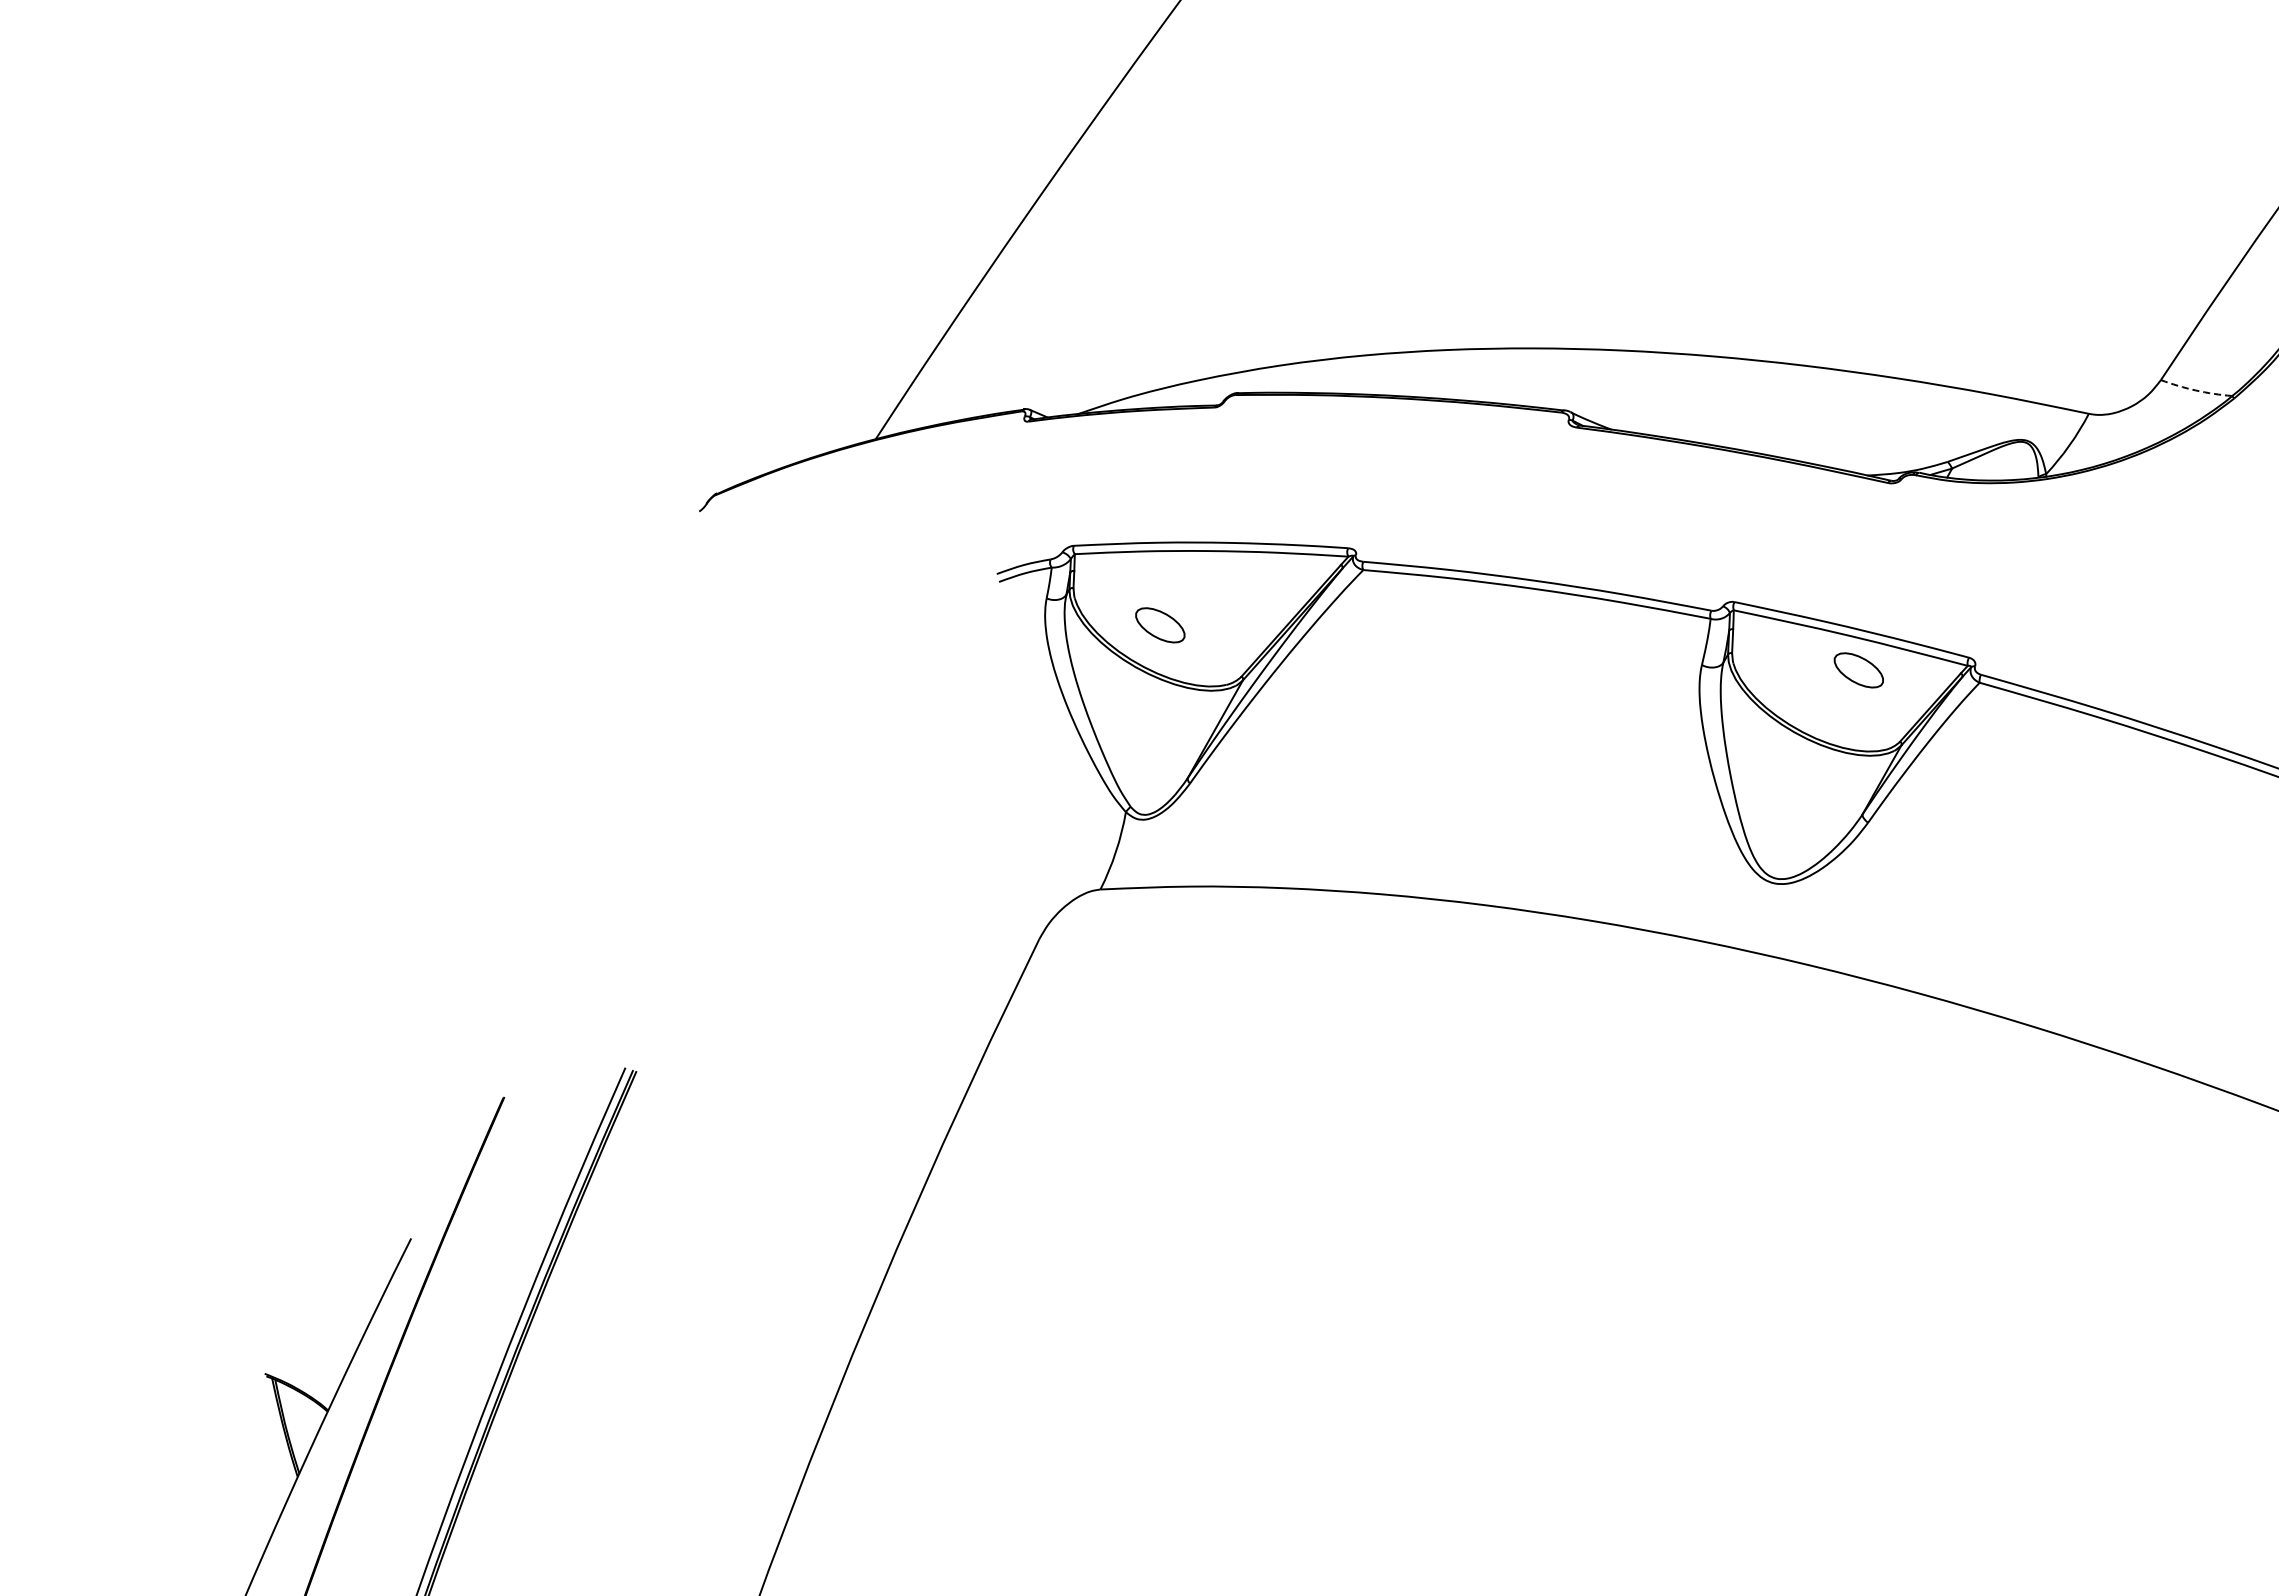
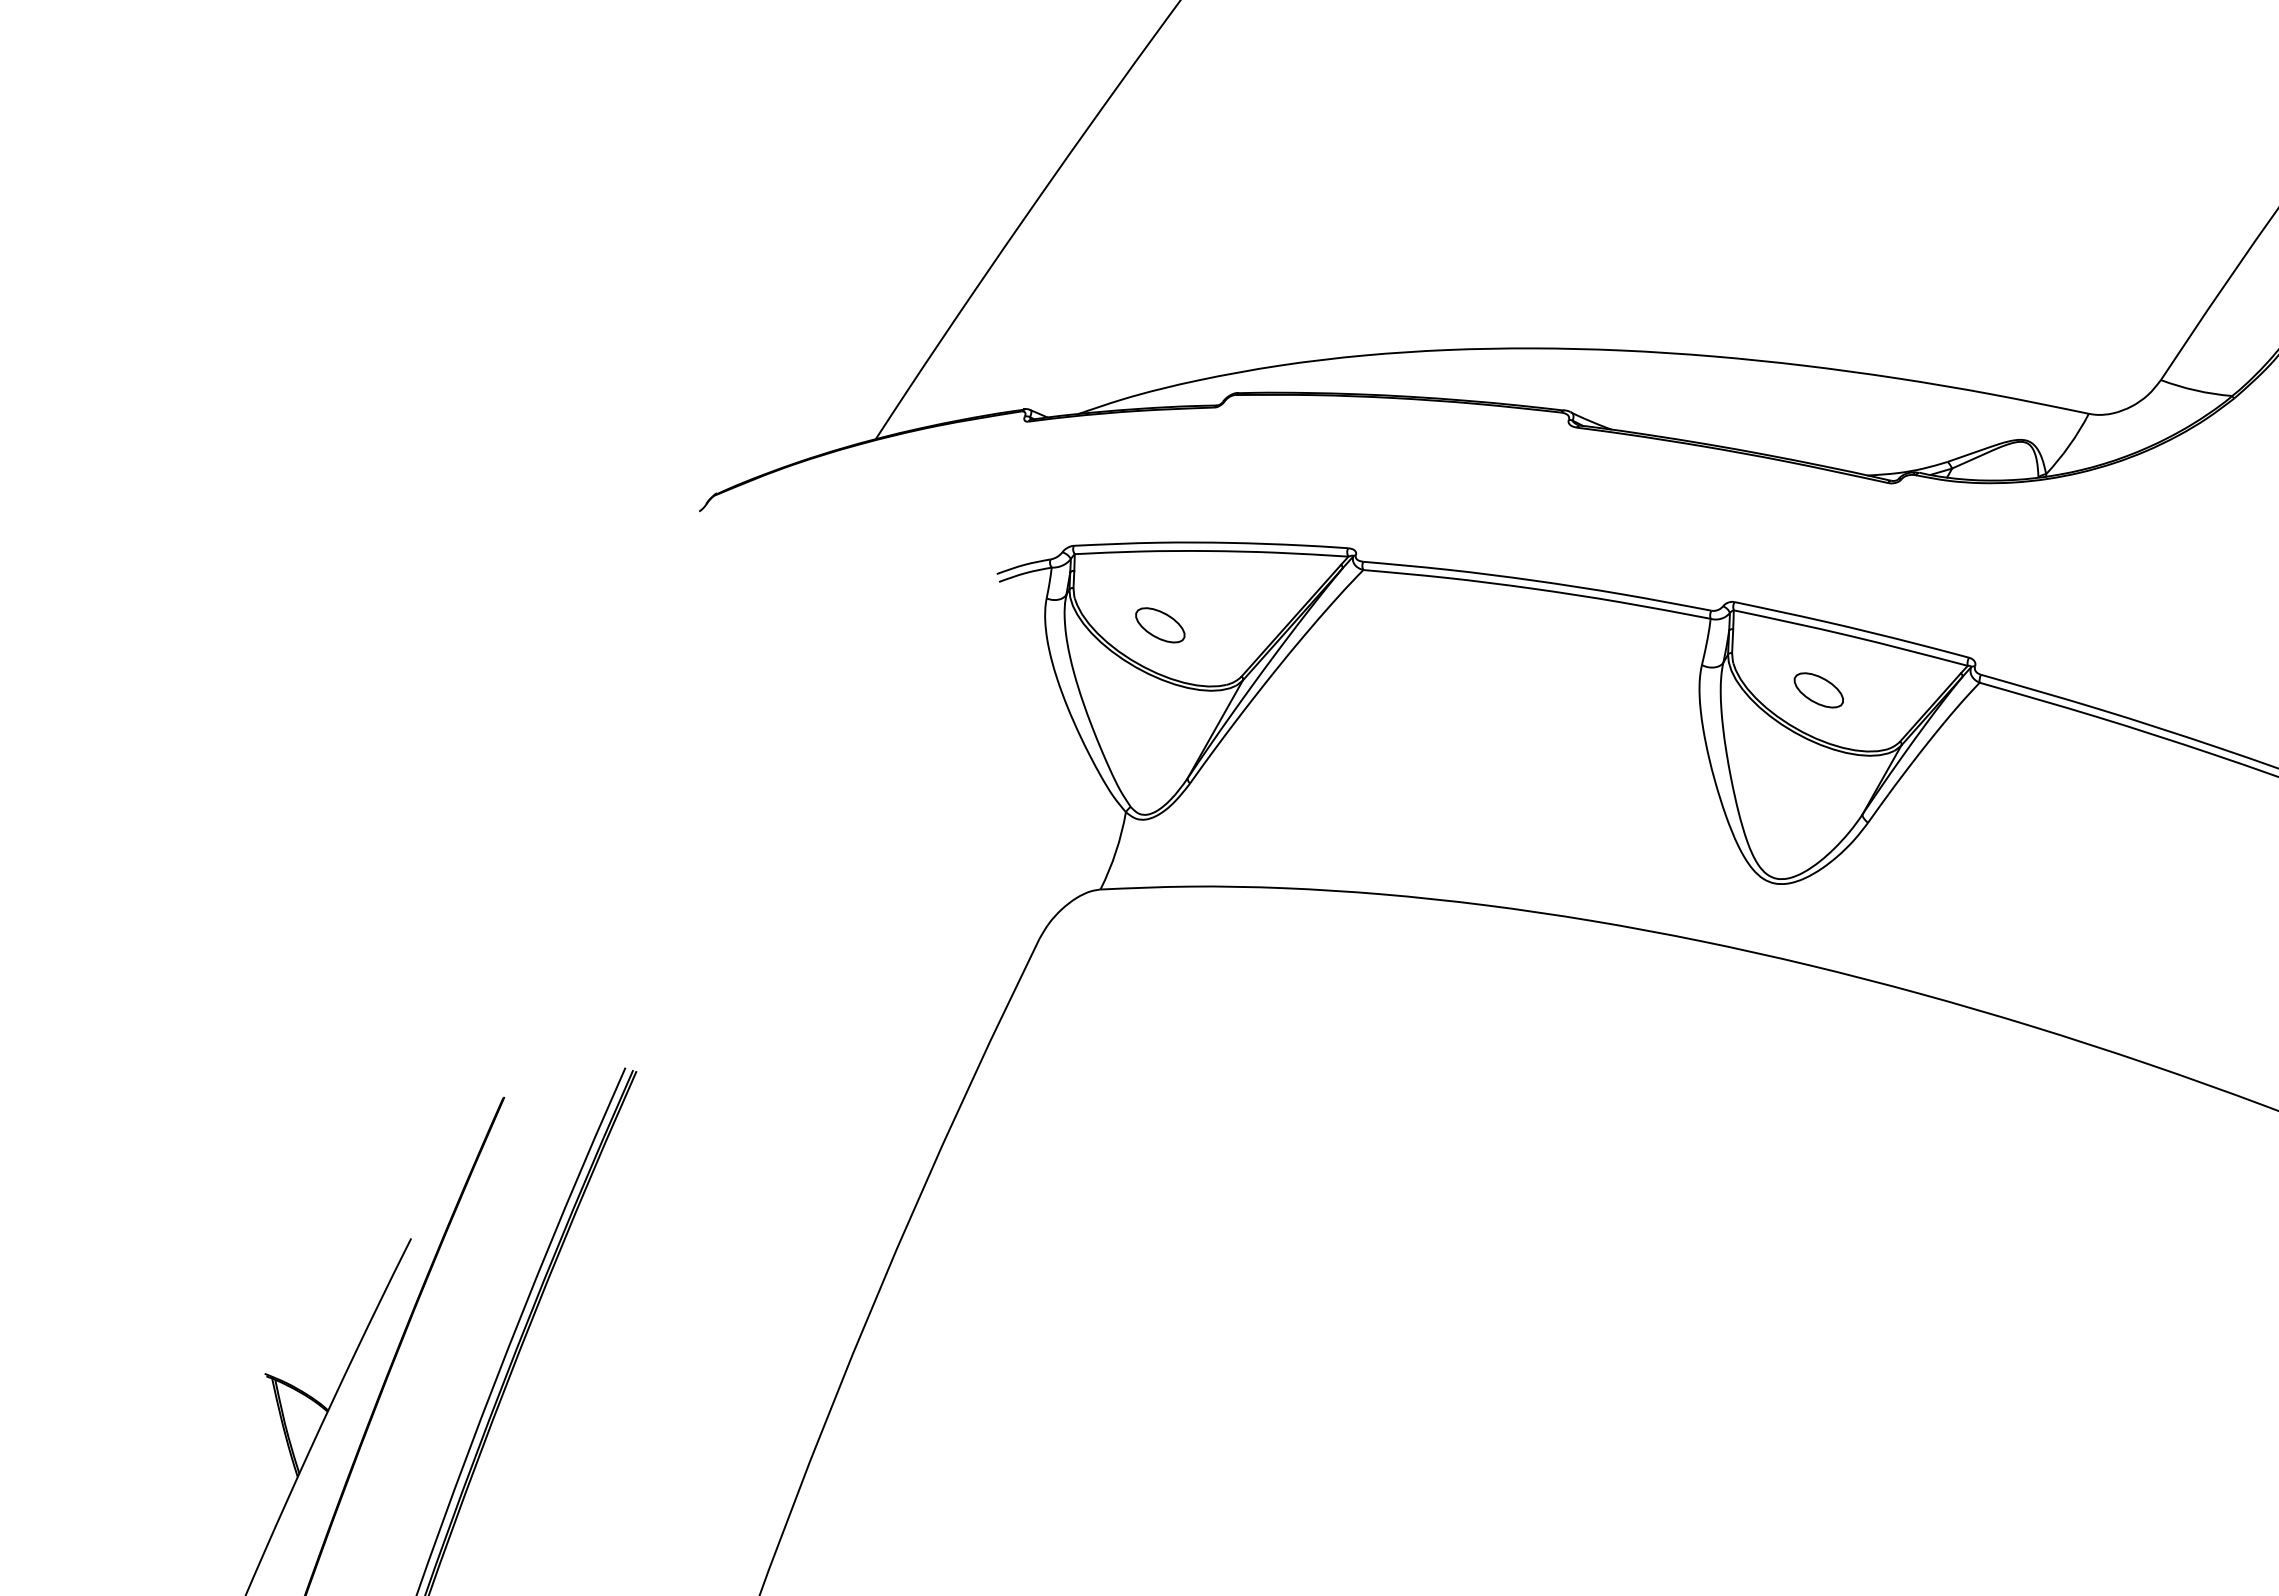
arc at (2195, 390): dashed -> solid
part at (1858, 670) position: (1858, 670) -> (1818, 690)
